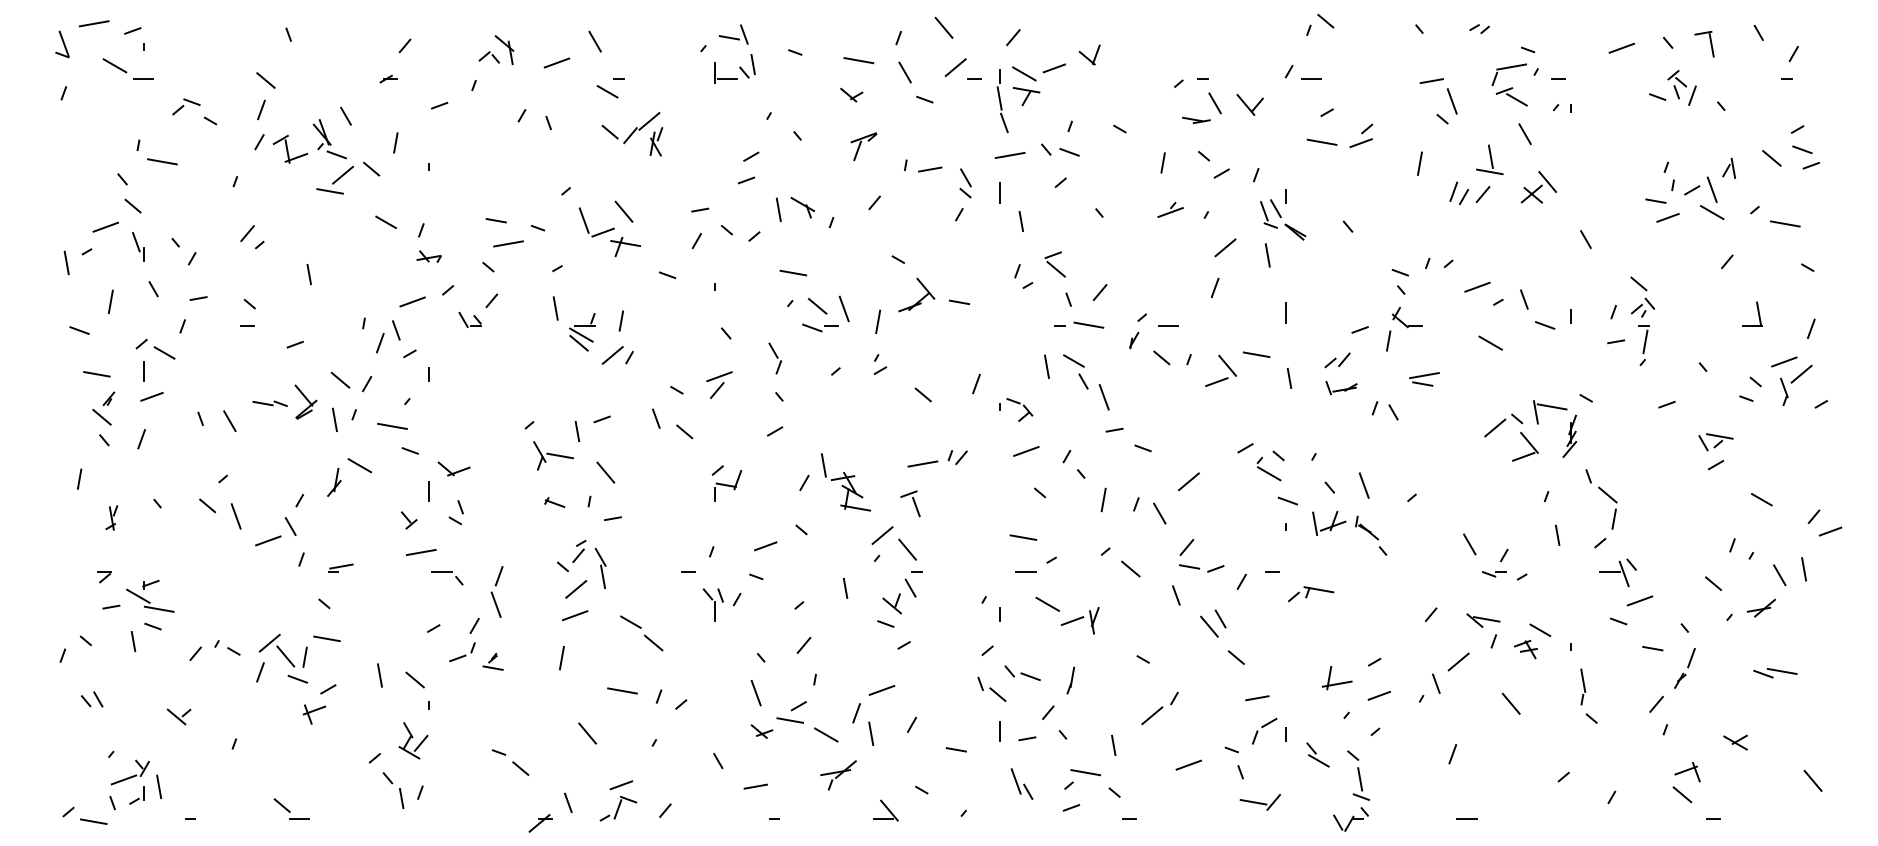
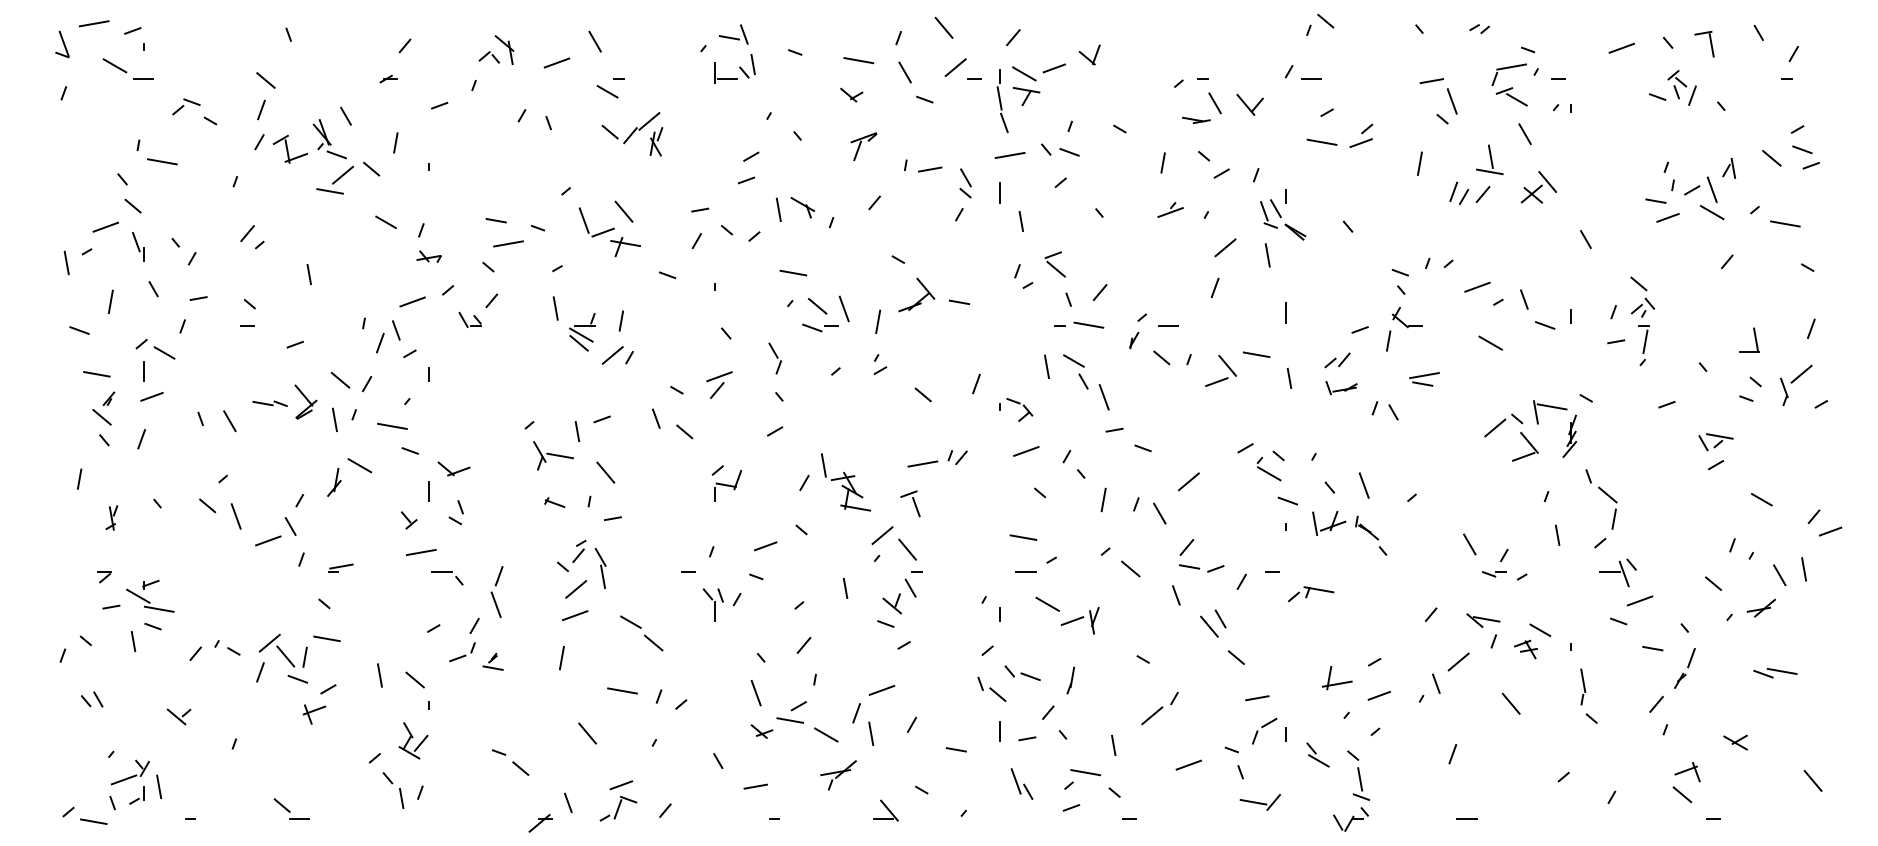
part at (1752, 313) position: (1752, 313) -> (1749, 339)
line at (1784, 361): present -> none
